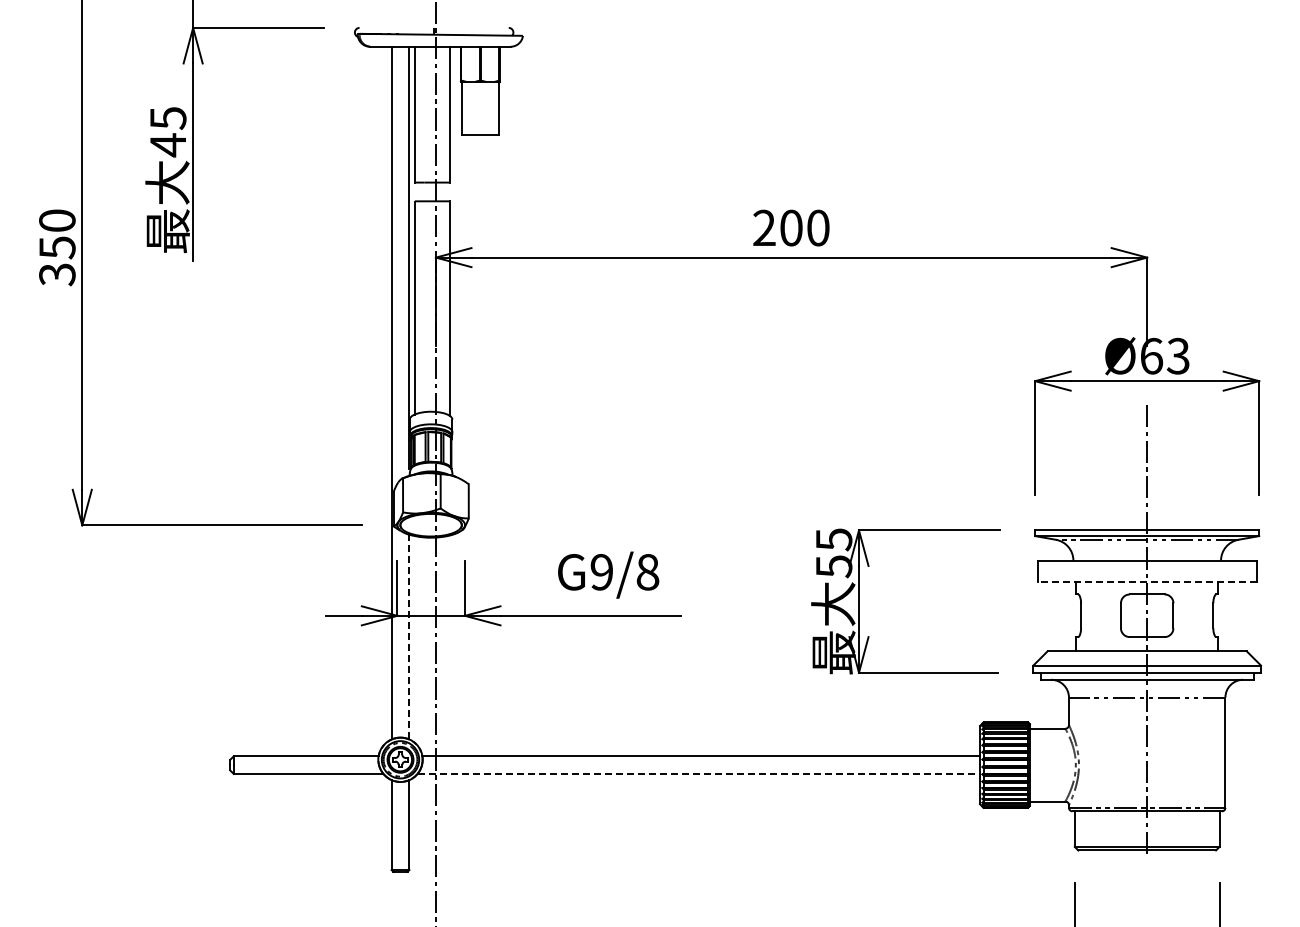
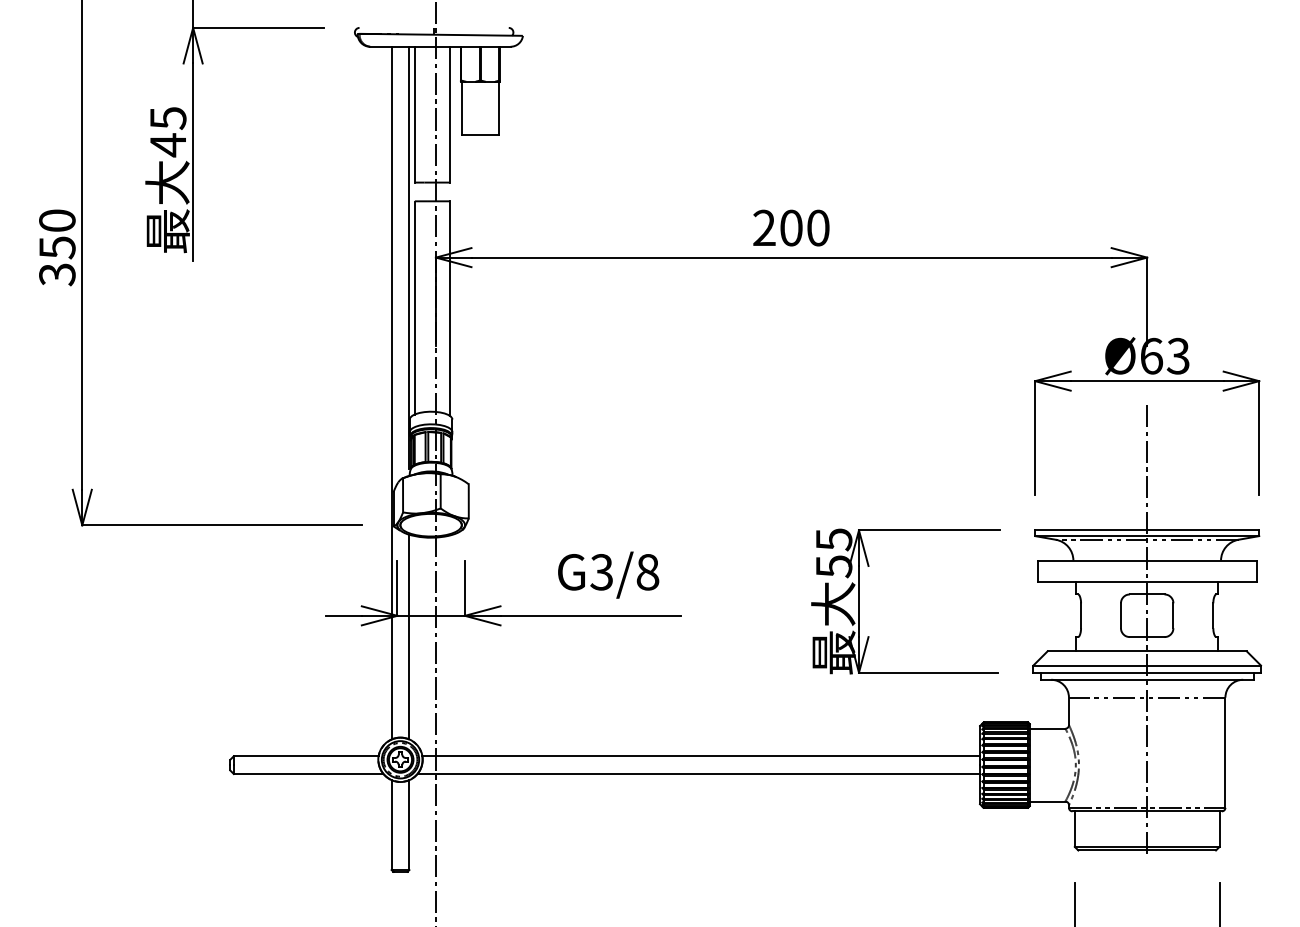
text at (601, 572): G9/8 -> G3/8
line at (1146, 581): dashed -> solid
line at (409, 636): dashed -> solid
line at (699, 774): dashed -> solid
